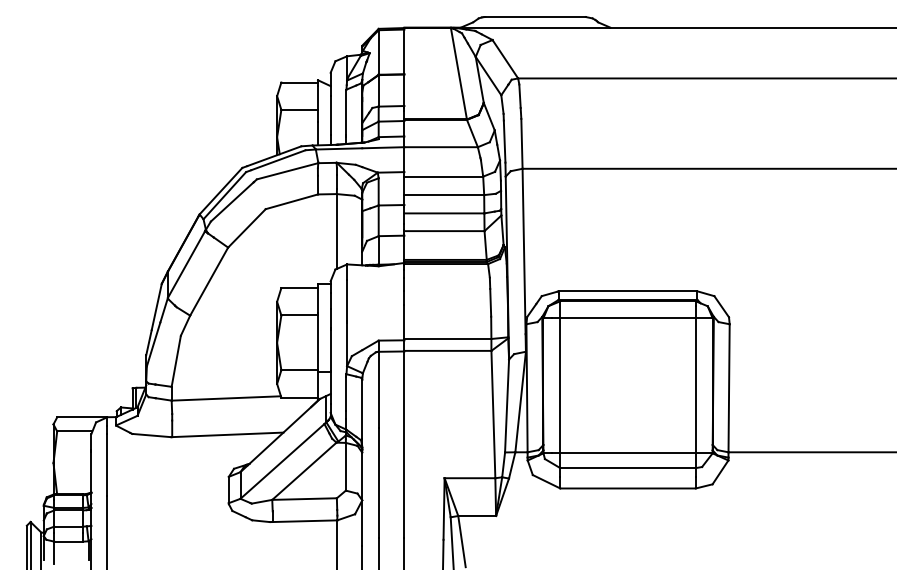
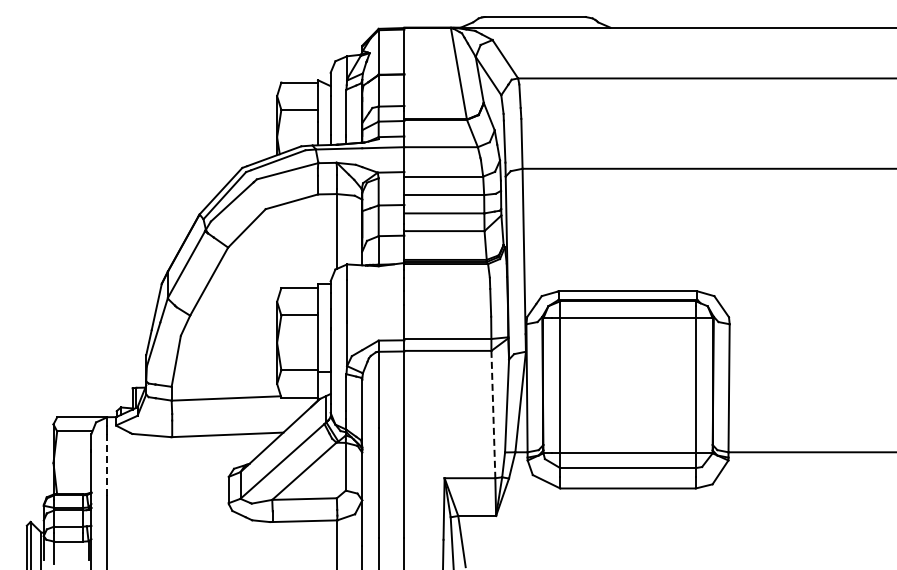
line at (493, 414): solid -> dashed
line at (107, 465): solid -> dashed
